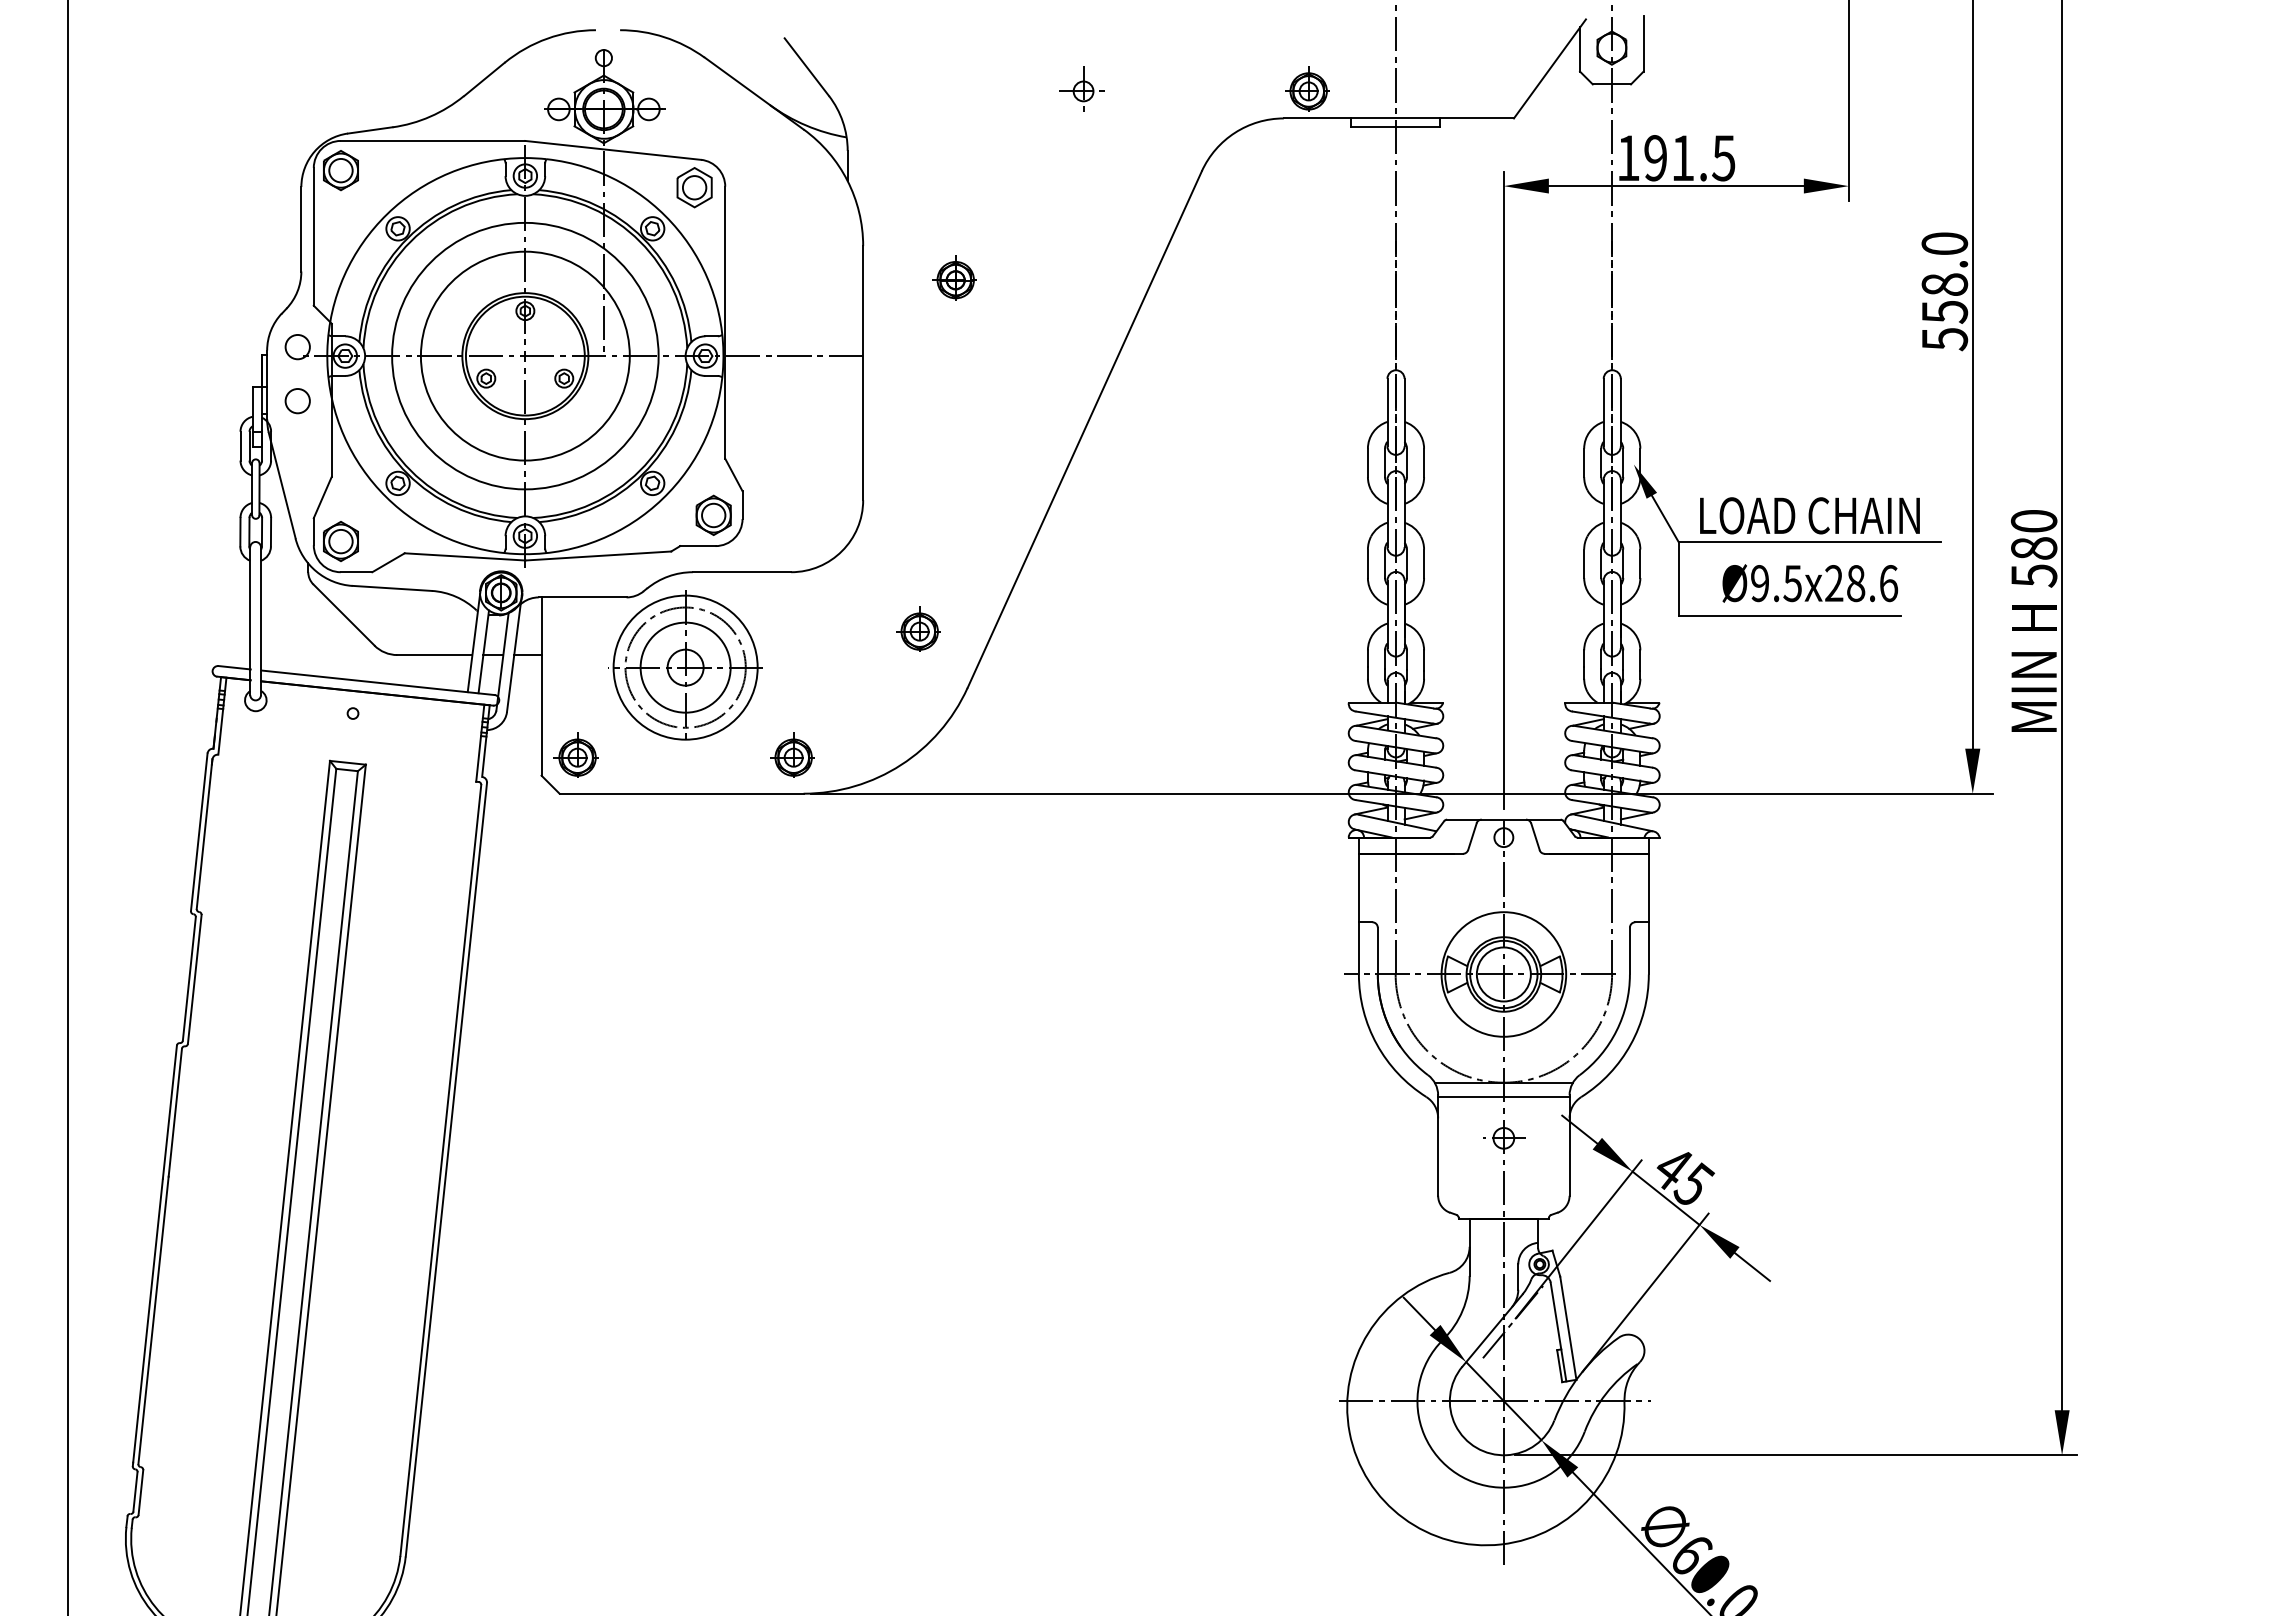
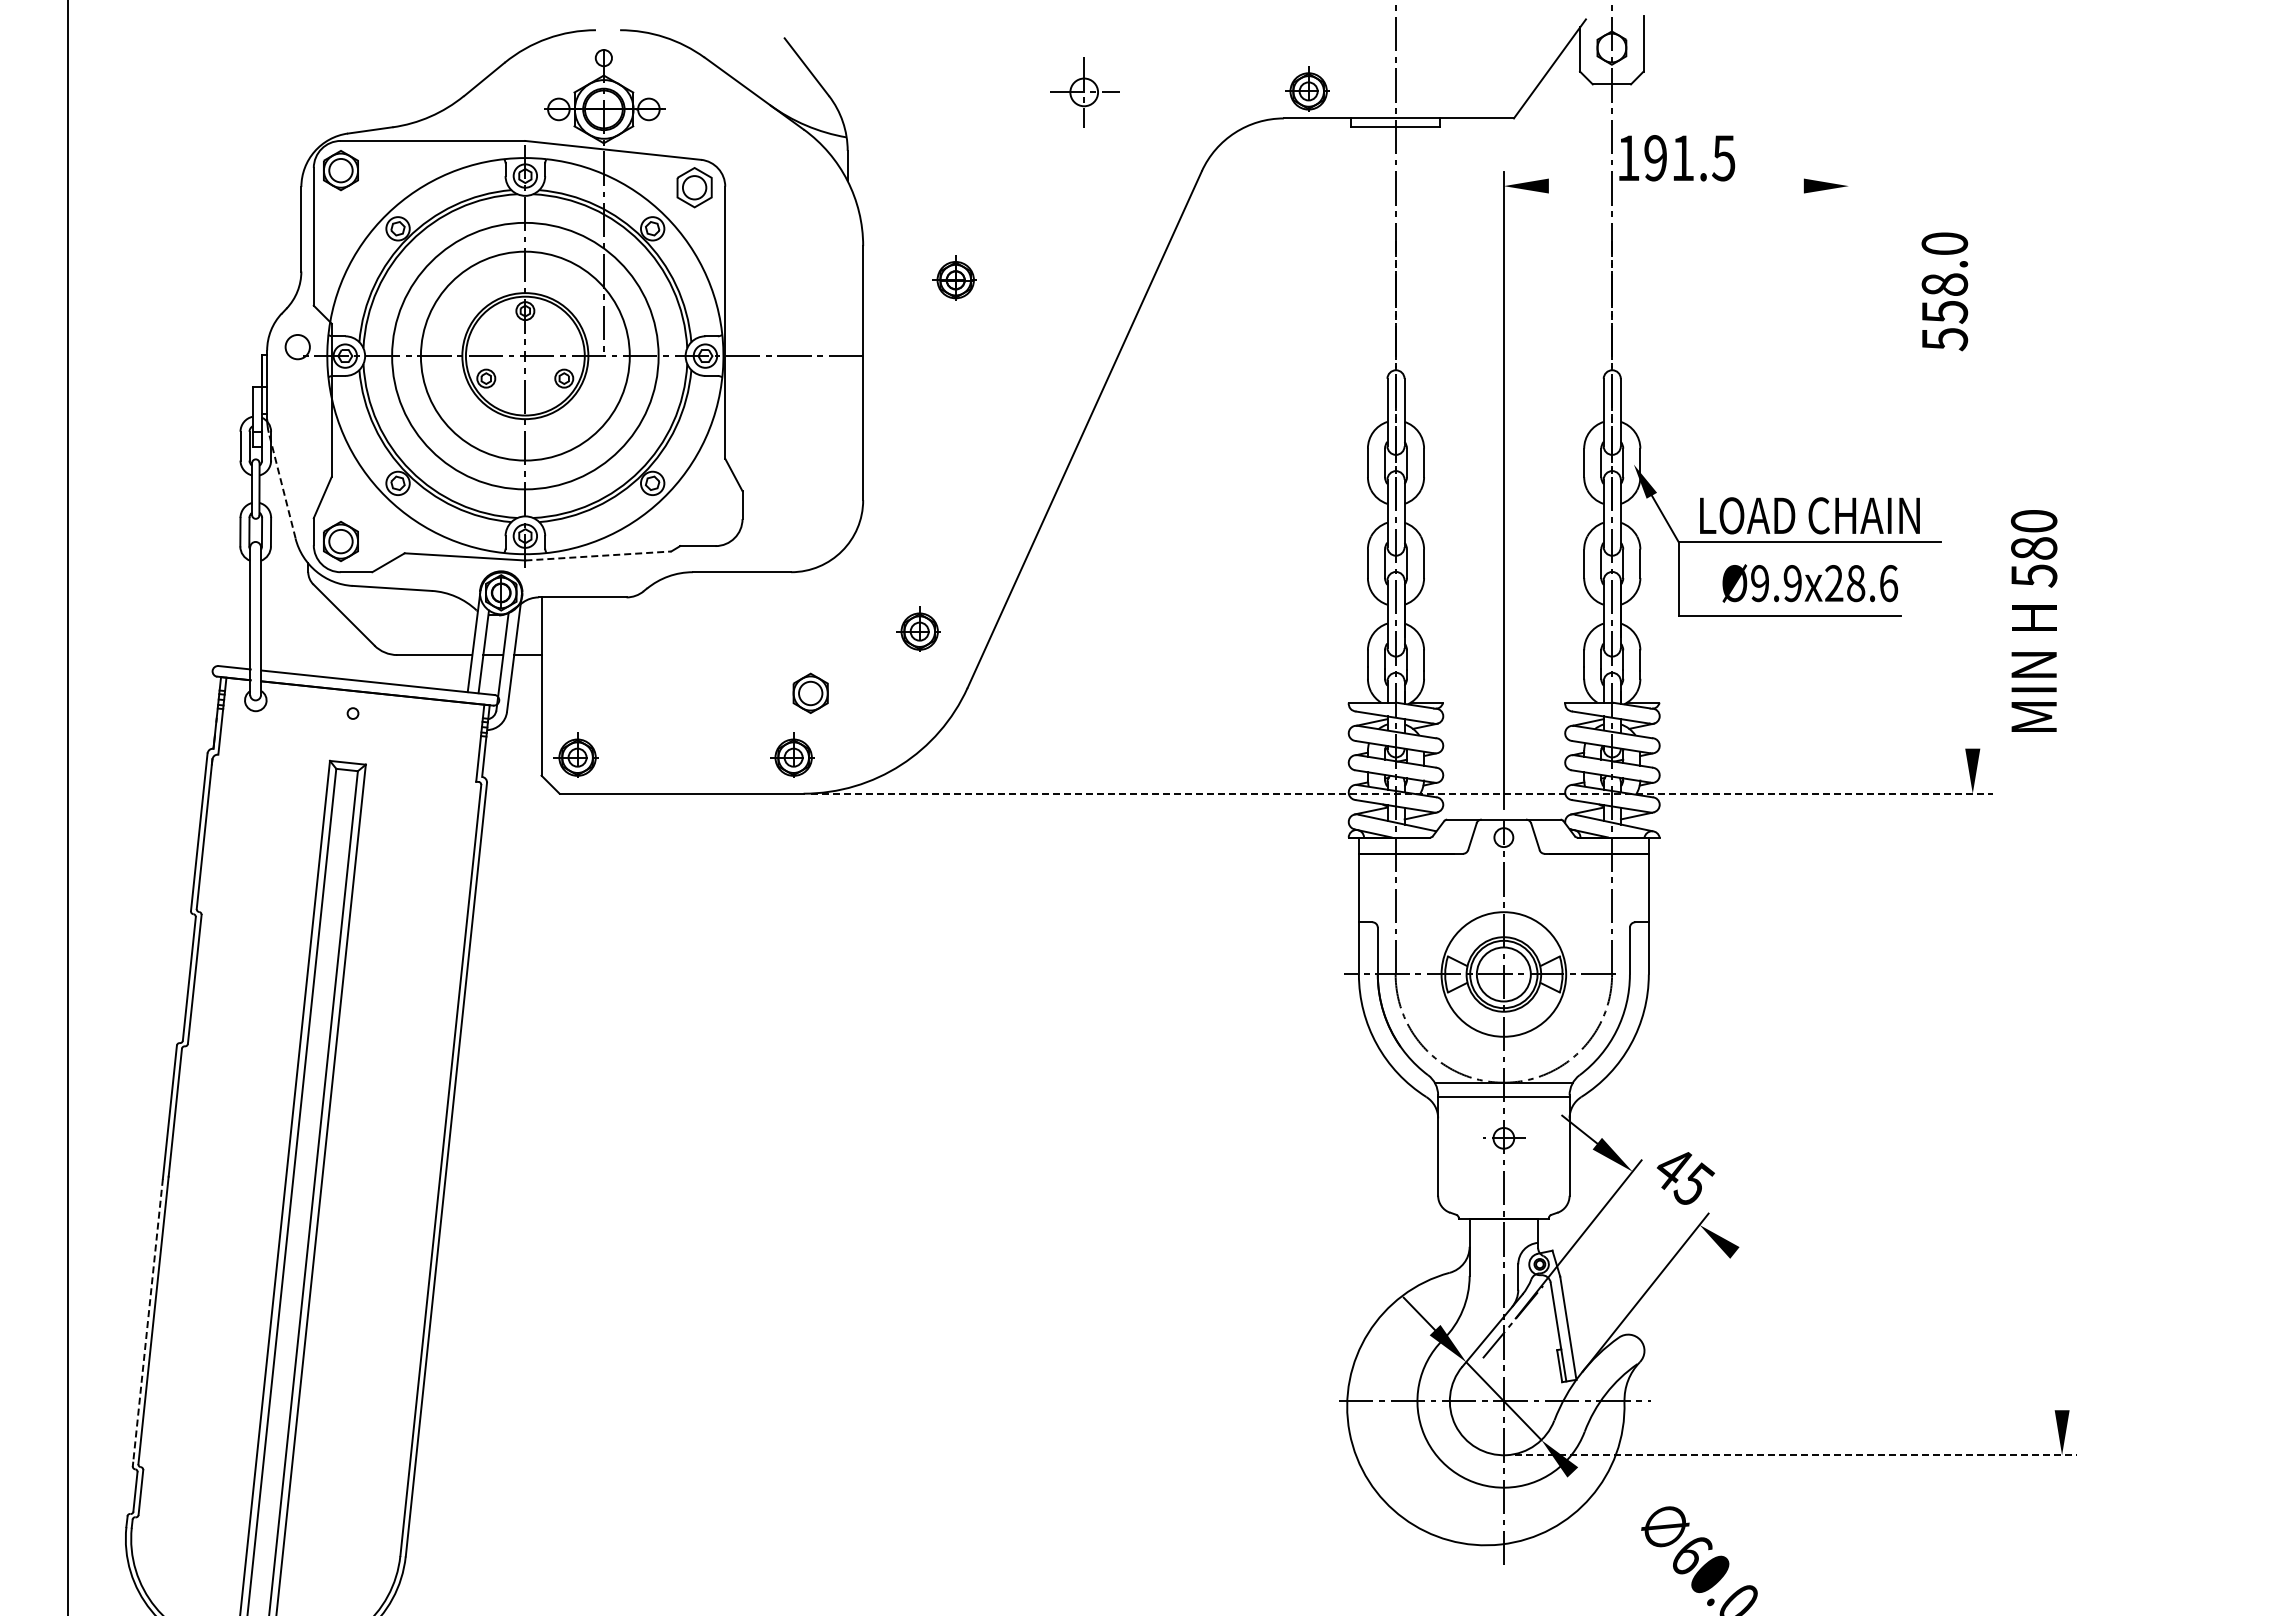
part at (1081, 88) size: 46x46 px -> 70x71 px
line at (1848, 101): present -> none
line at (1675, 186): present -> none
line at (1972, 375): present -> none
circle at (297, 401): present -> none
line at (282, 485): solid -> dashed
part at (713, 514) position: (713, 514) -> (810, 692)
line at (598, 555): solid -> dashed
text at (1792, 583): Ø9.5x28.6 -> Ø9.9x28.6
part at (685, 665): present -> none
line at (2062, 706): present -> none
line at (1402, 793): solid -> dashed
line at (1665, 1197): present -> none
line at (1752, 1266): present -> none
line at (148, 1320): solid -> dashed
line at (1795, 1455): solid -> dashed
line at (1640, 1542): present -> none
